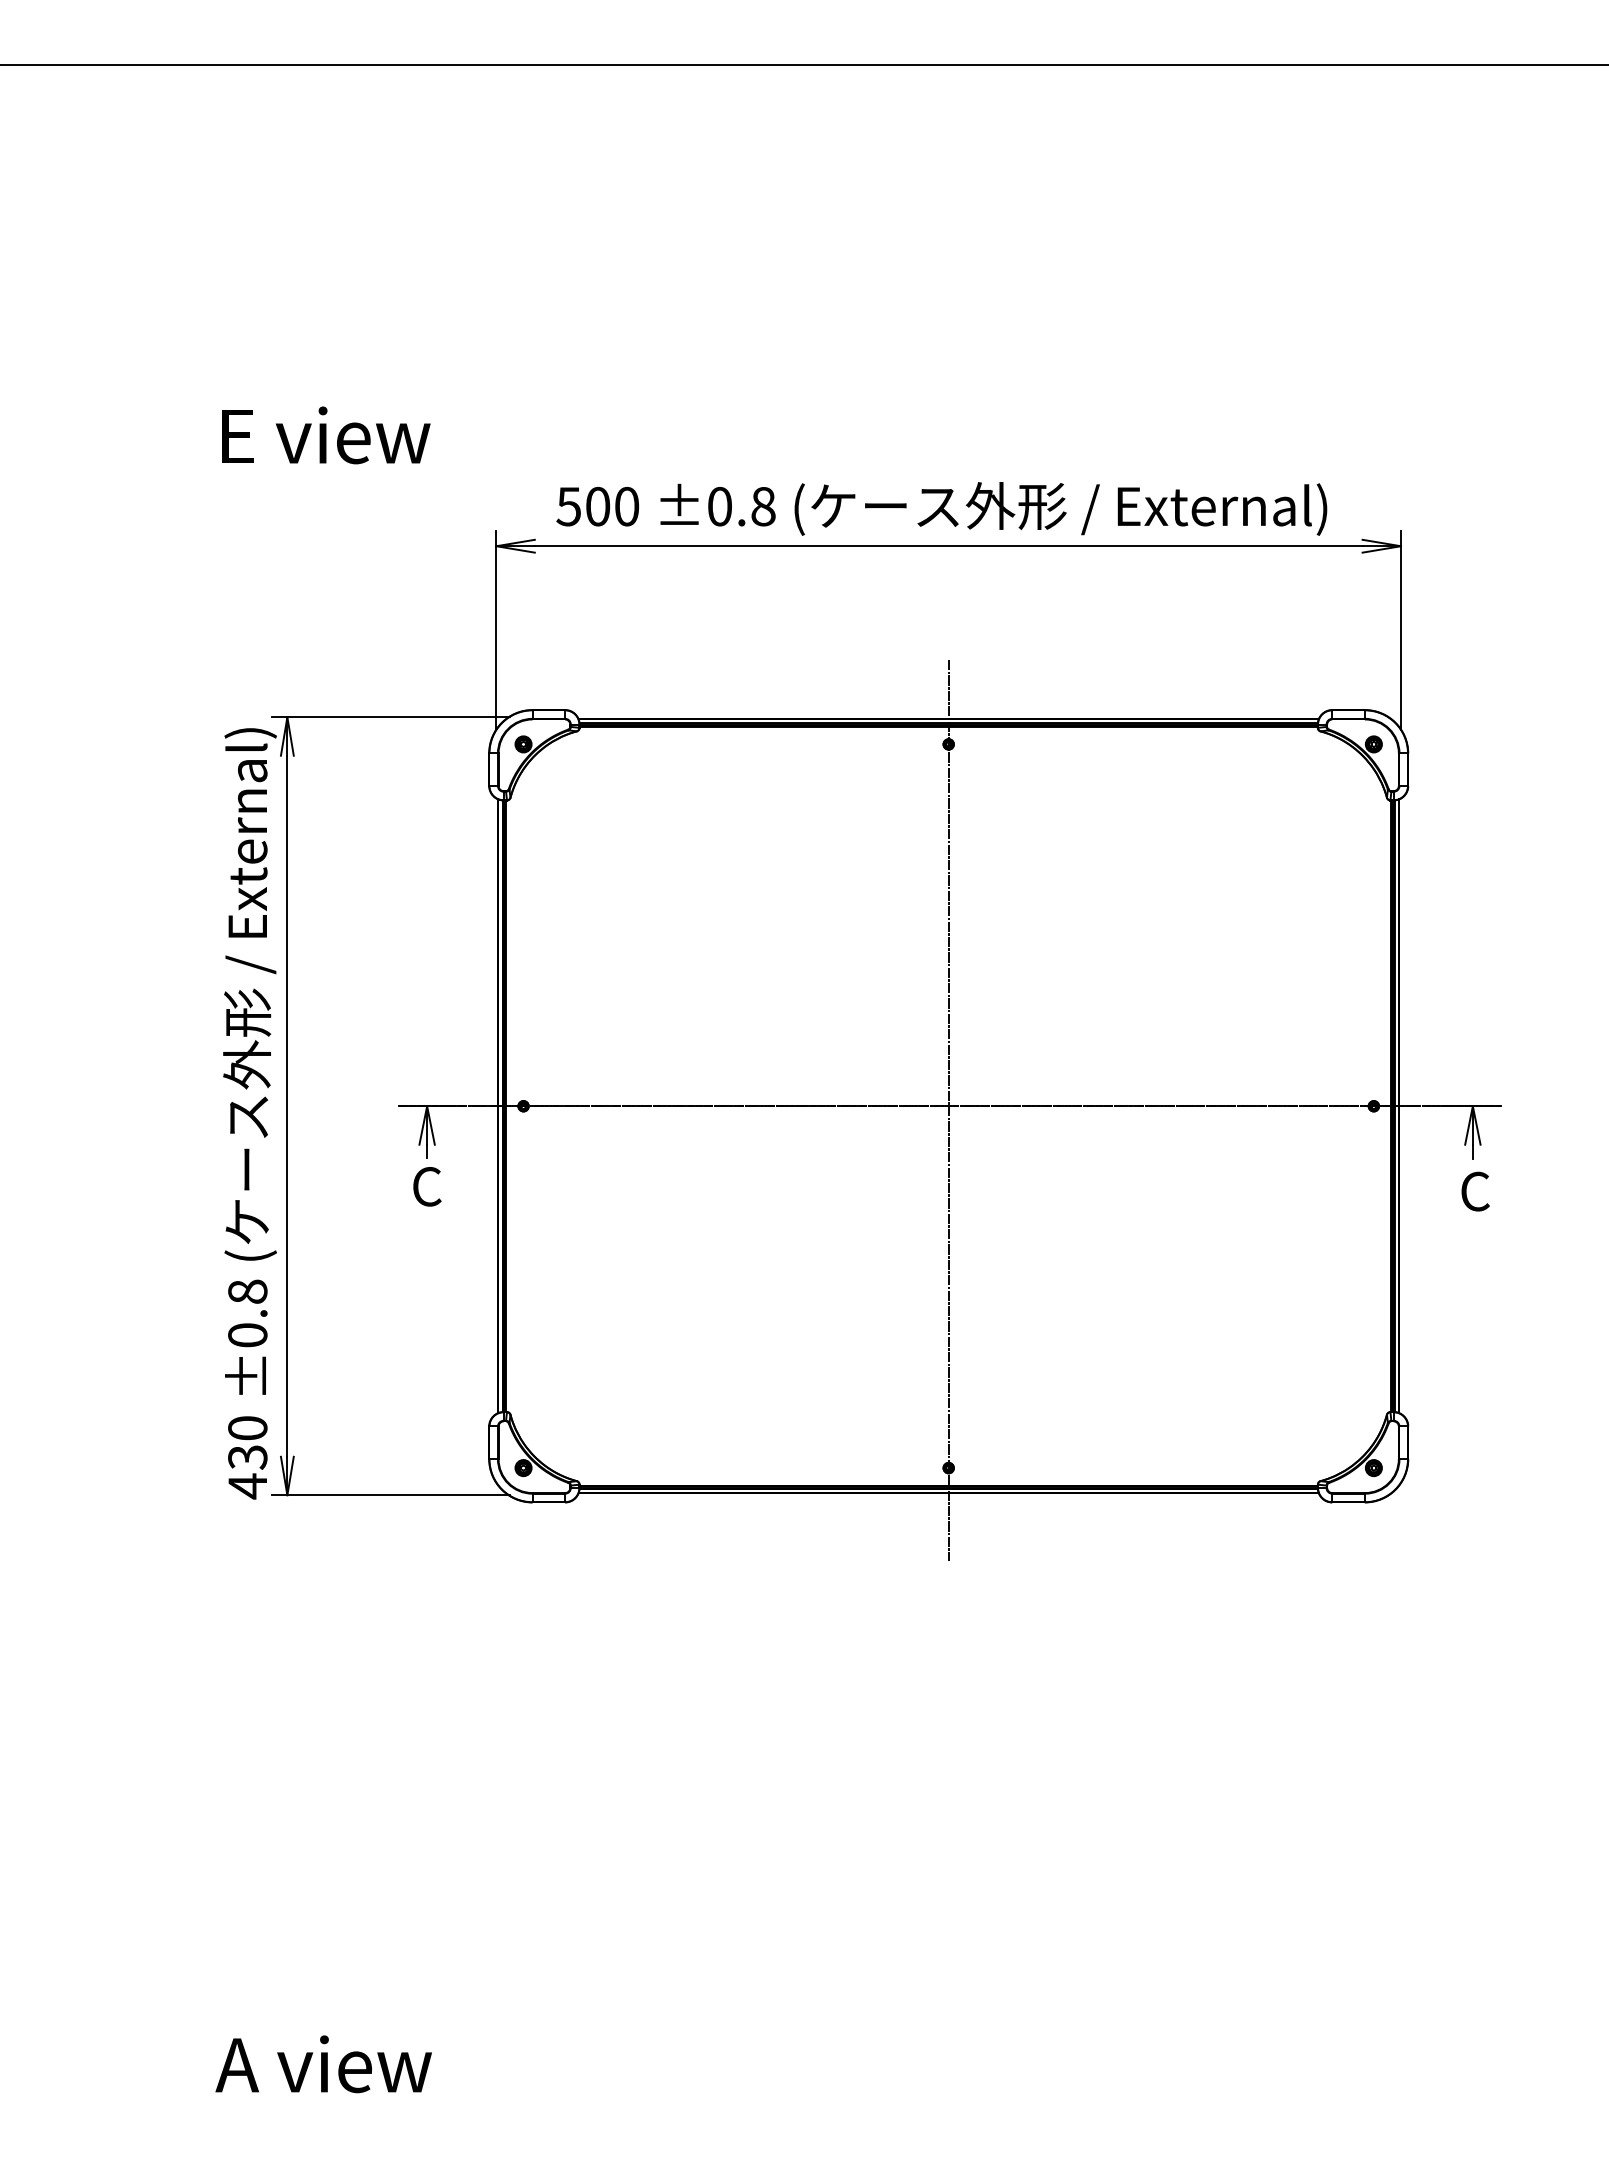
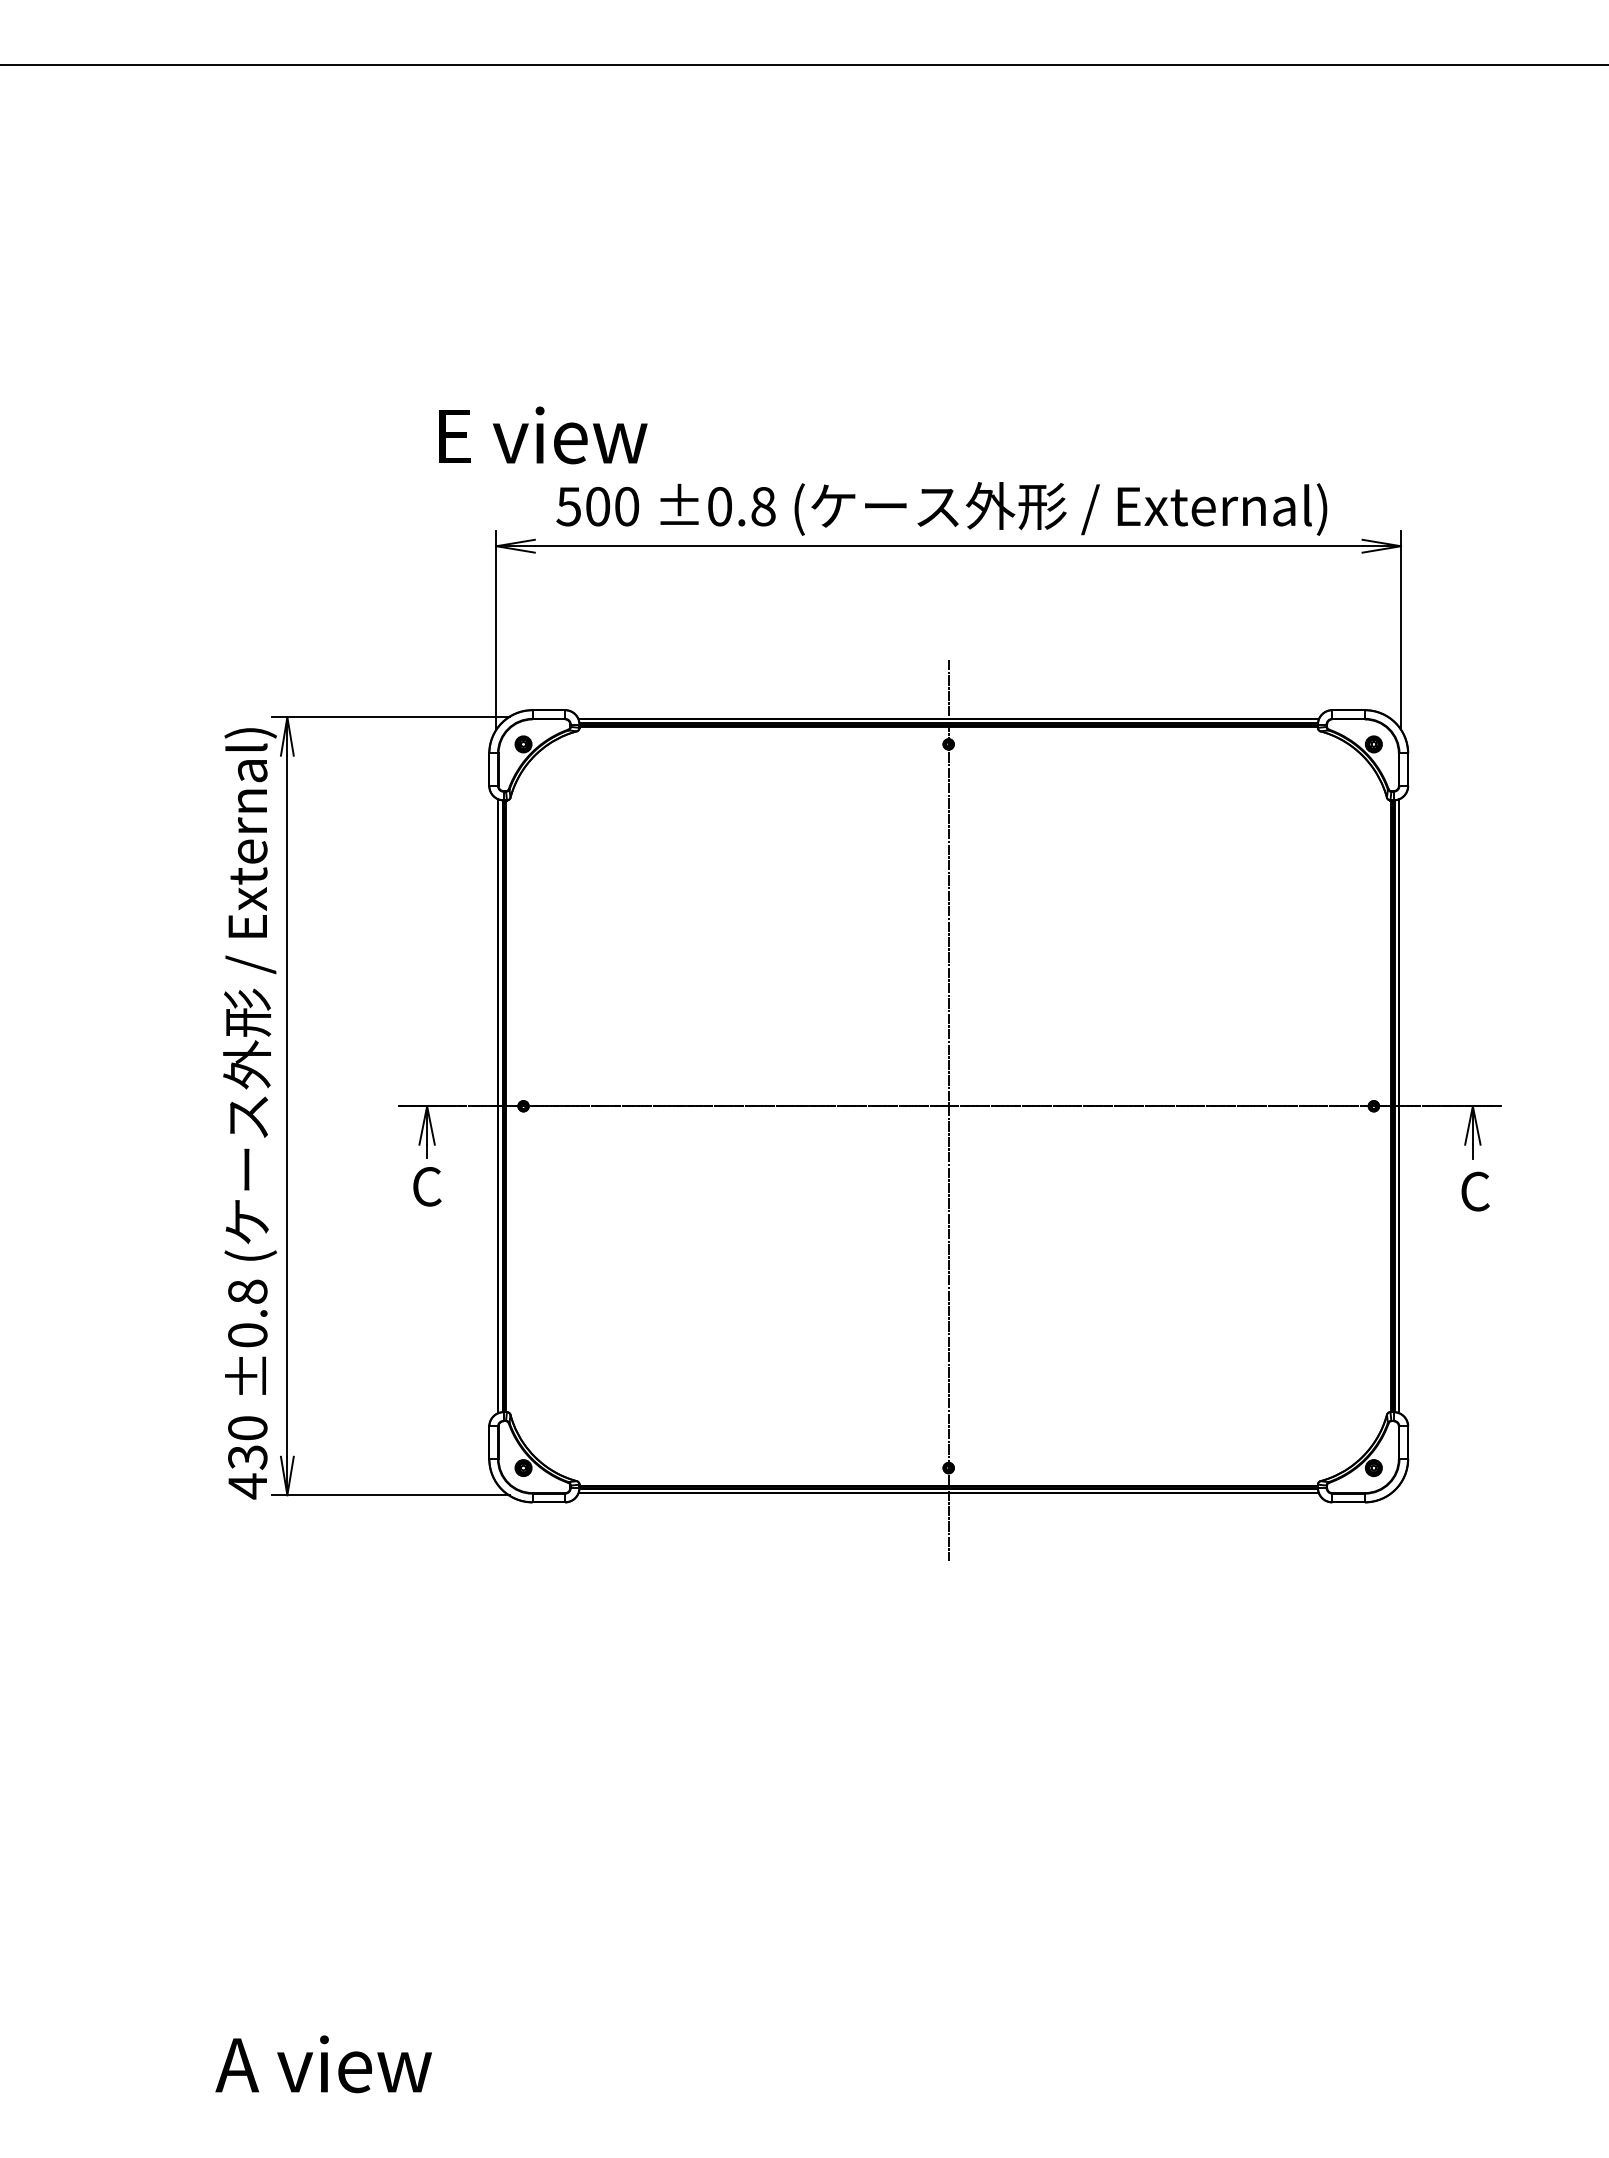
text at (326, 435) position: (326, 435) -> (543, 435)
